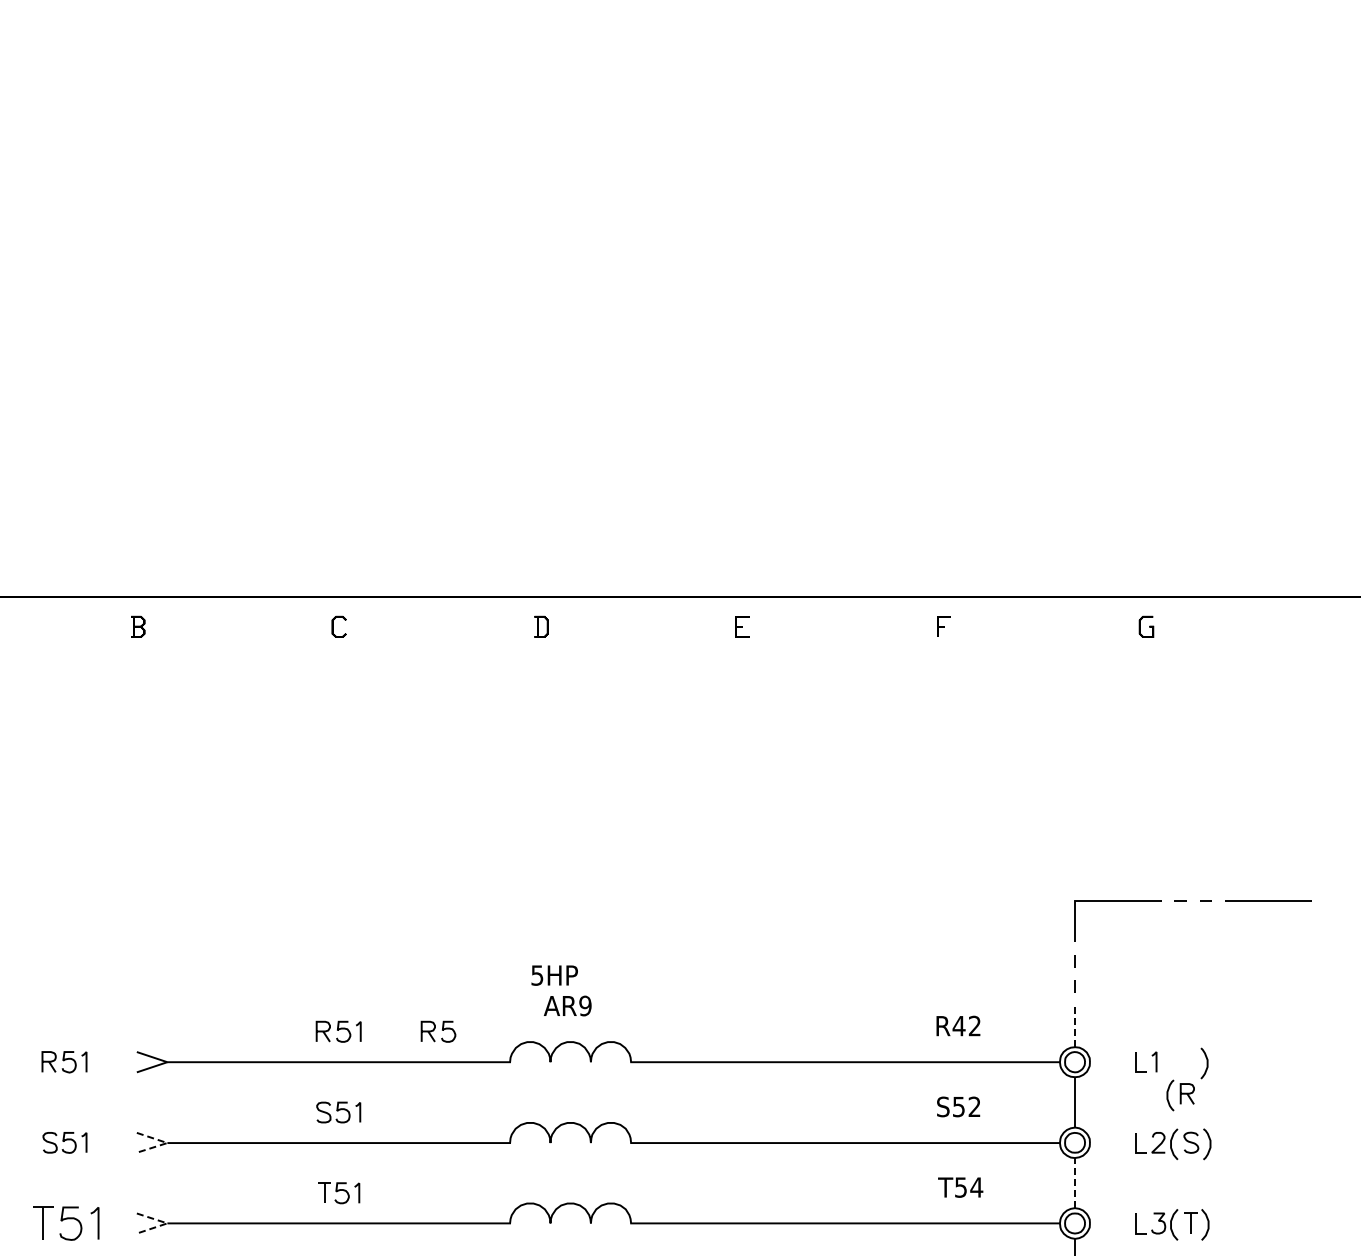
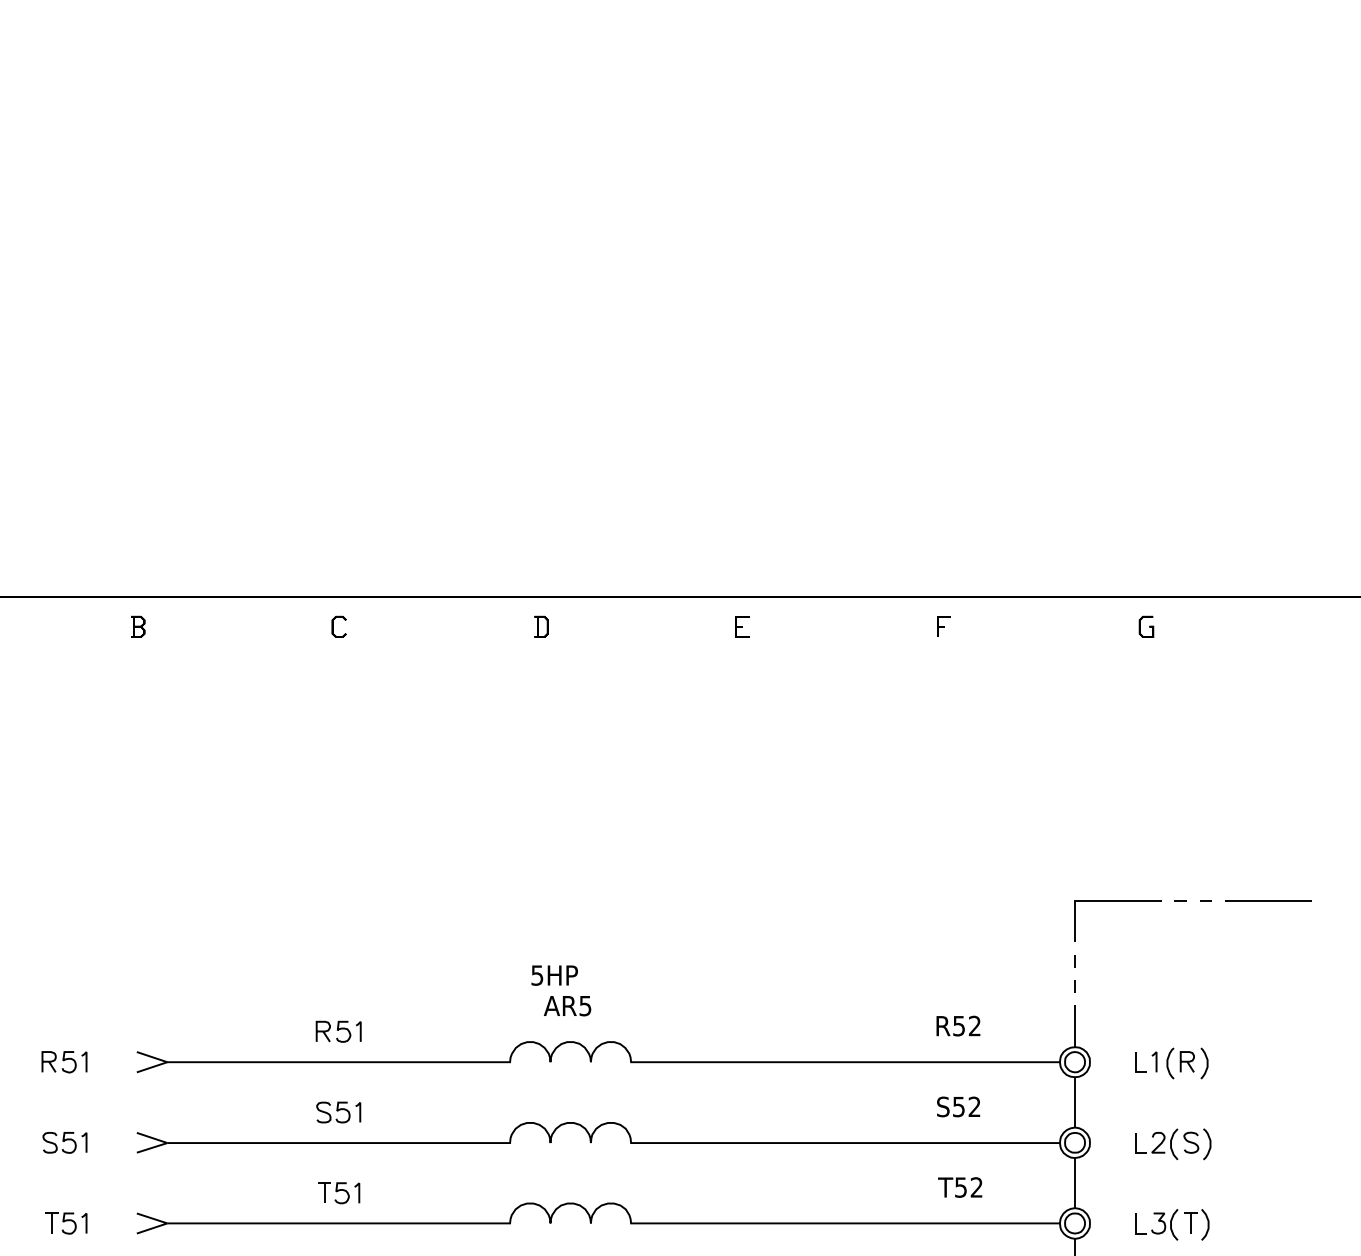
text at (585, 1005): AR9 -> AR5
text at (958, 1026): R42 -> R52
line at (1074, 1026): dashed -> solid
part at (438, 1031): present -> none
part at (1180, 1095) position: (1180, 1095) -> (1180, 1063)
line at (167, 1143): dashed -> solid
line at (1074, 1182): dashed -> solid
text at (976, 1187): T54 -> T52
part at (66, 1223) size: 67x35 px -> 43x23 px
line at (167, 1223): dashed -> solid
